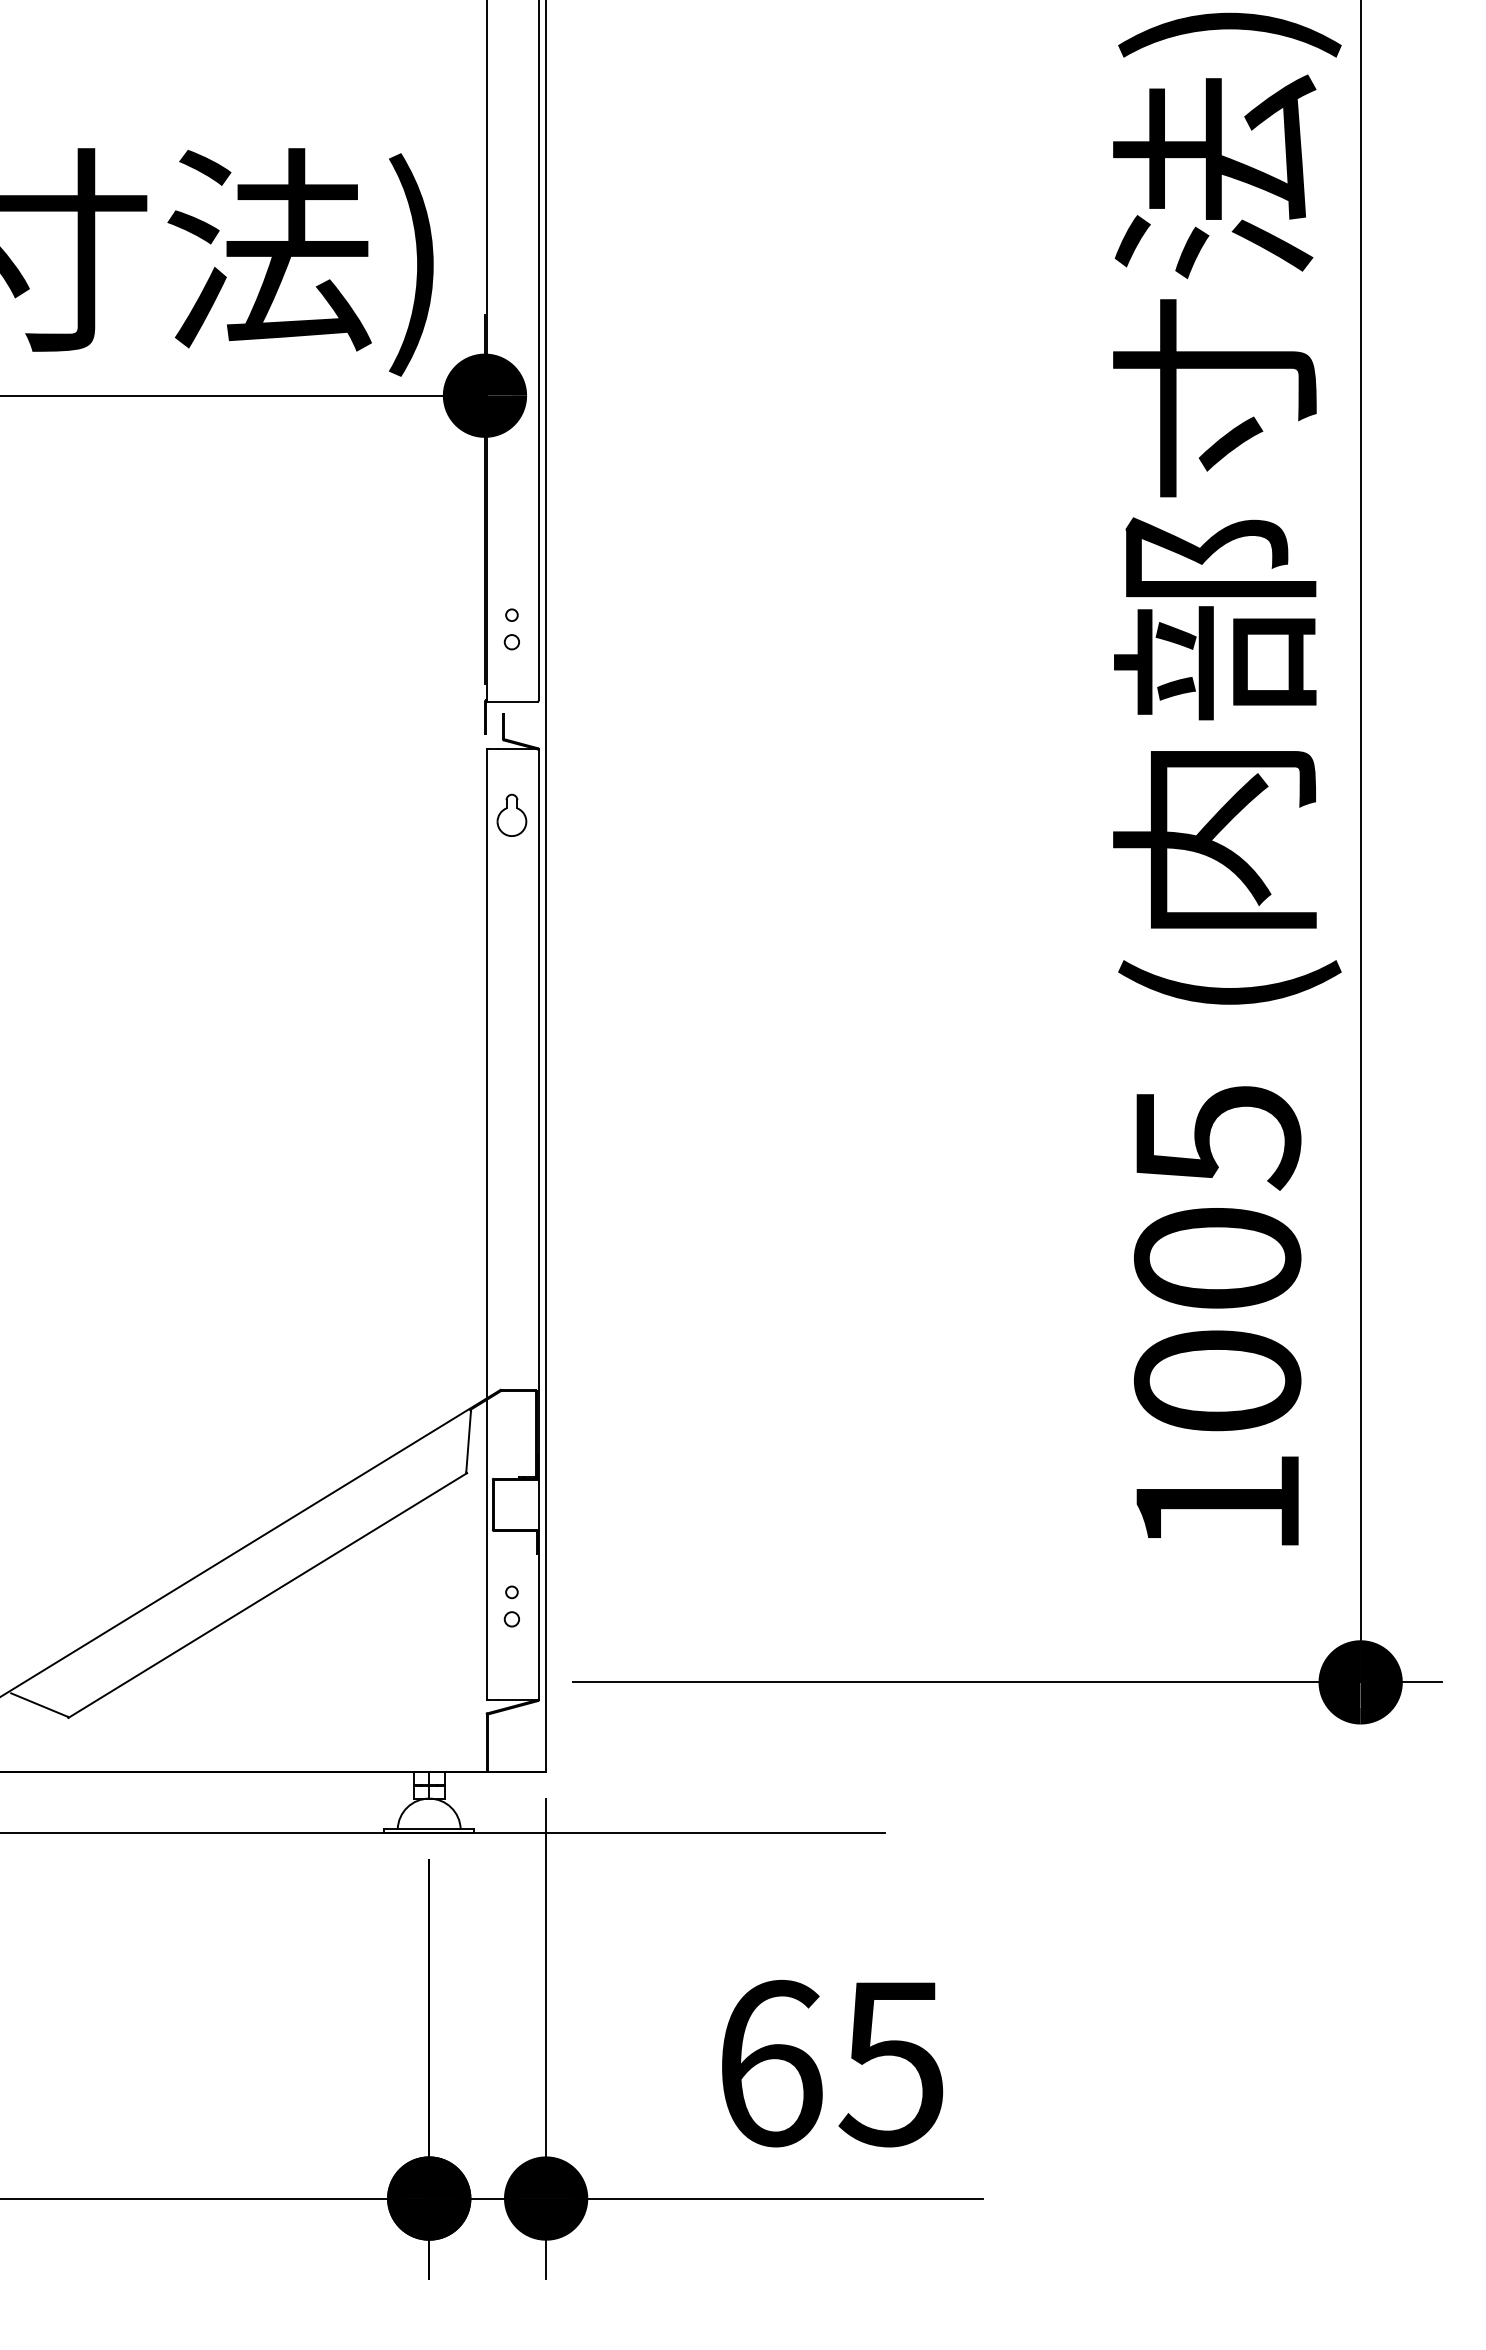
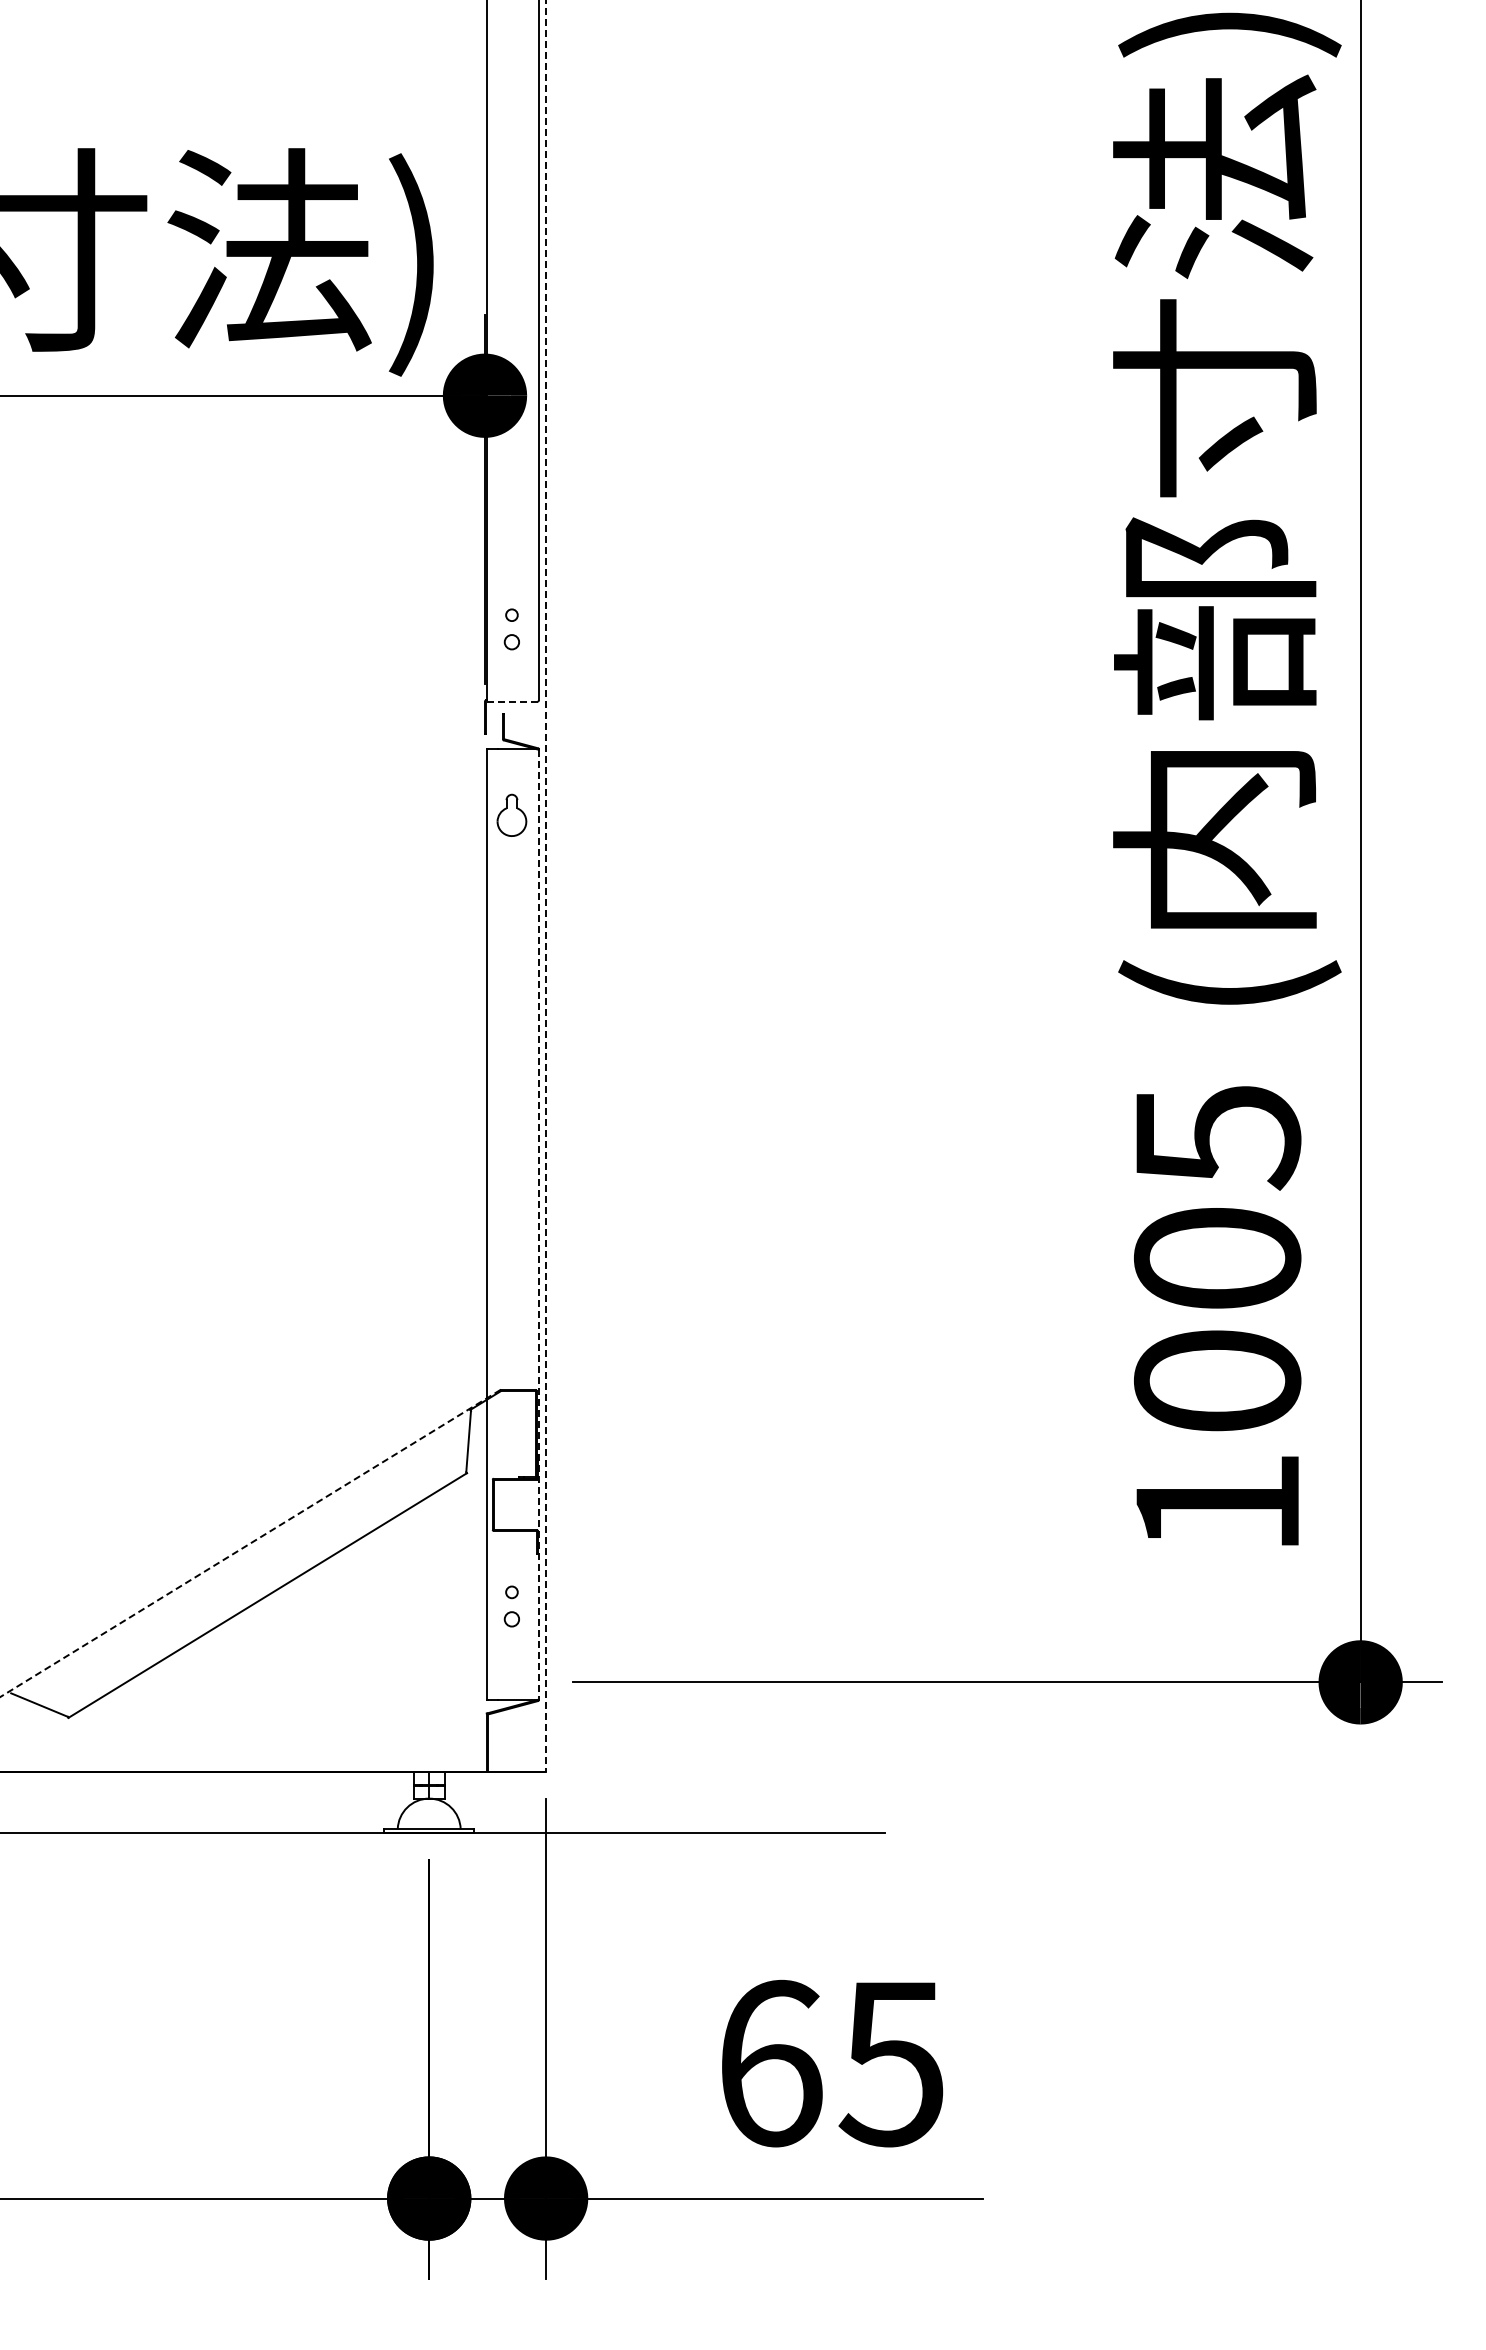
line at (511, 701): solid -> dashed
line at (546, 886): solid -> dashed
line at (538, 1224): solid -> dashed
line at (250, 1543): solid -> dashed
